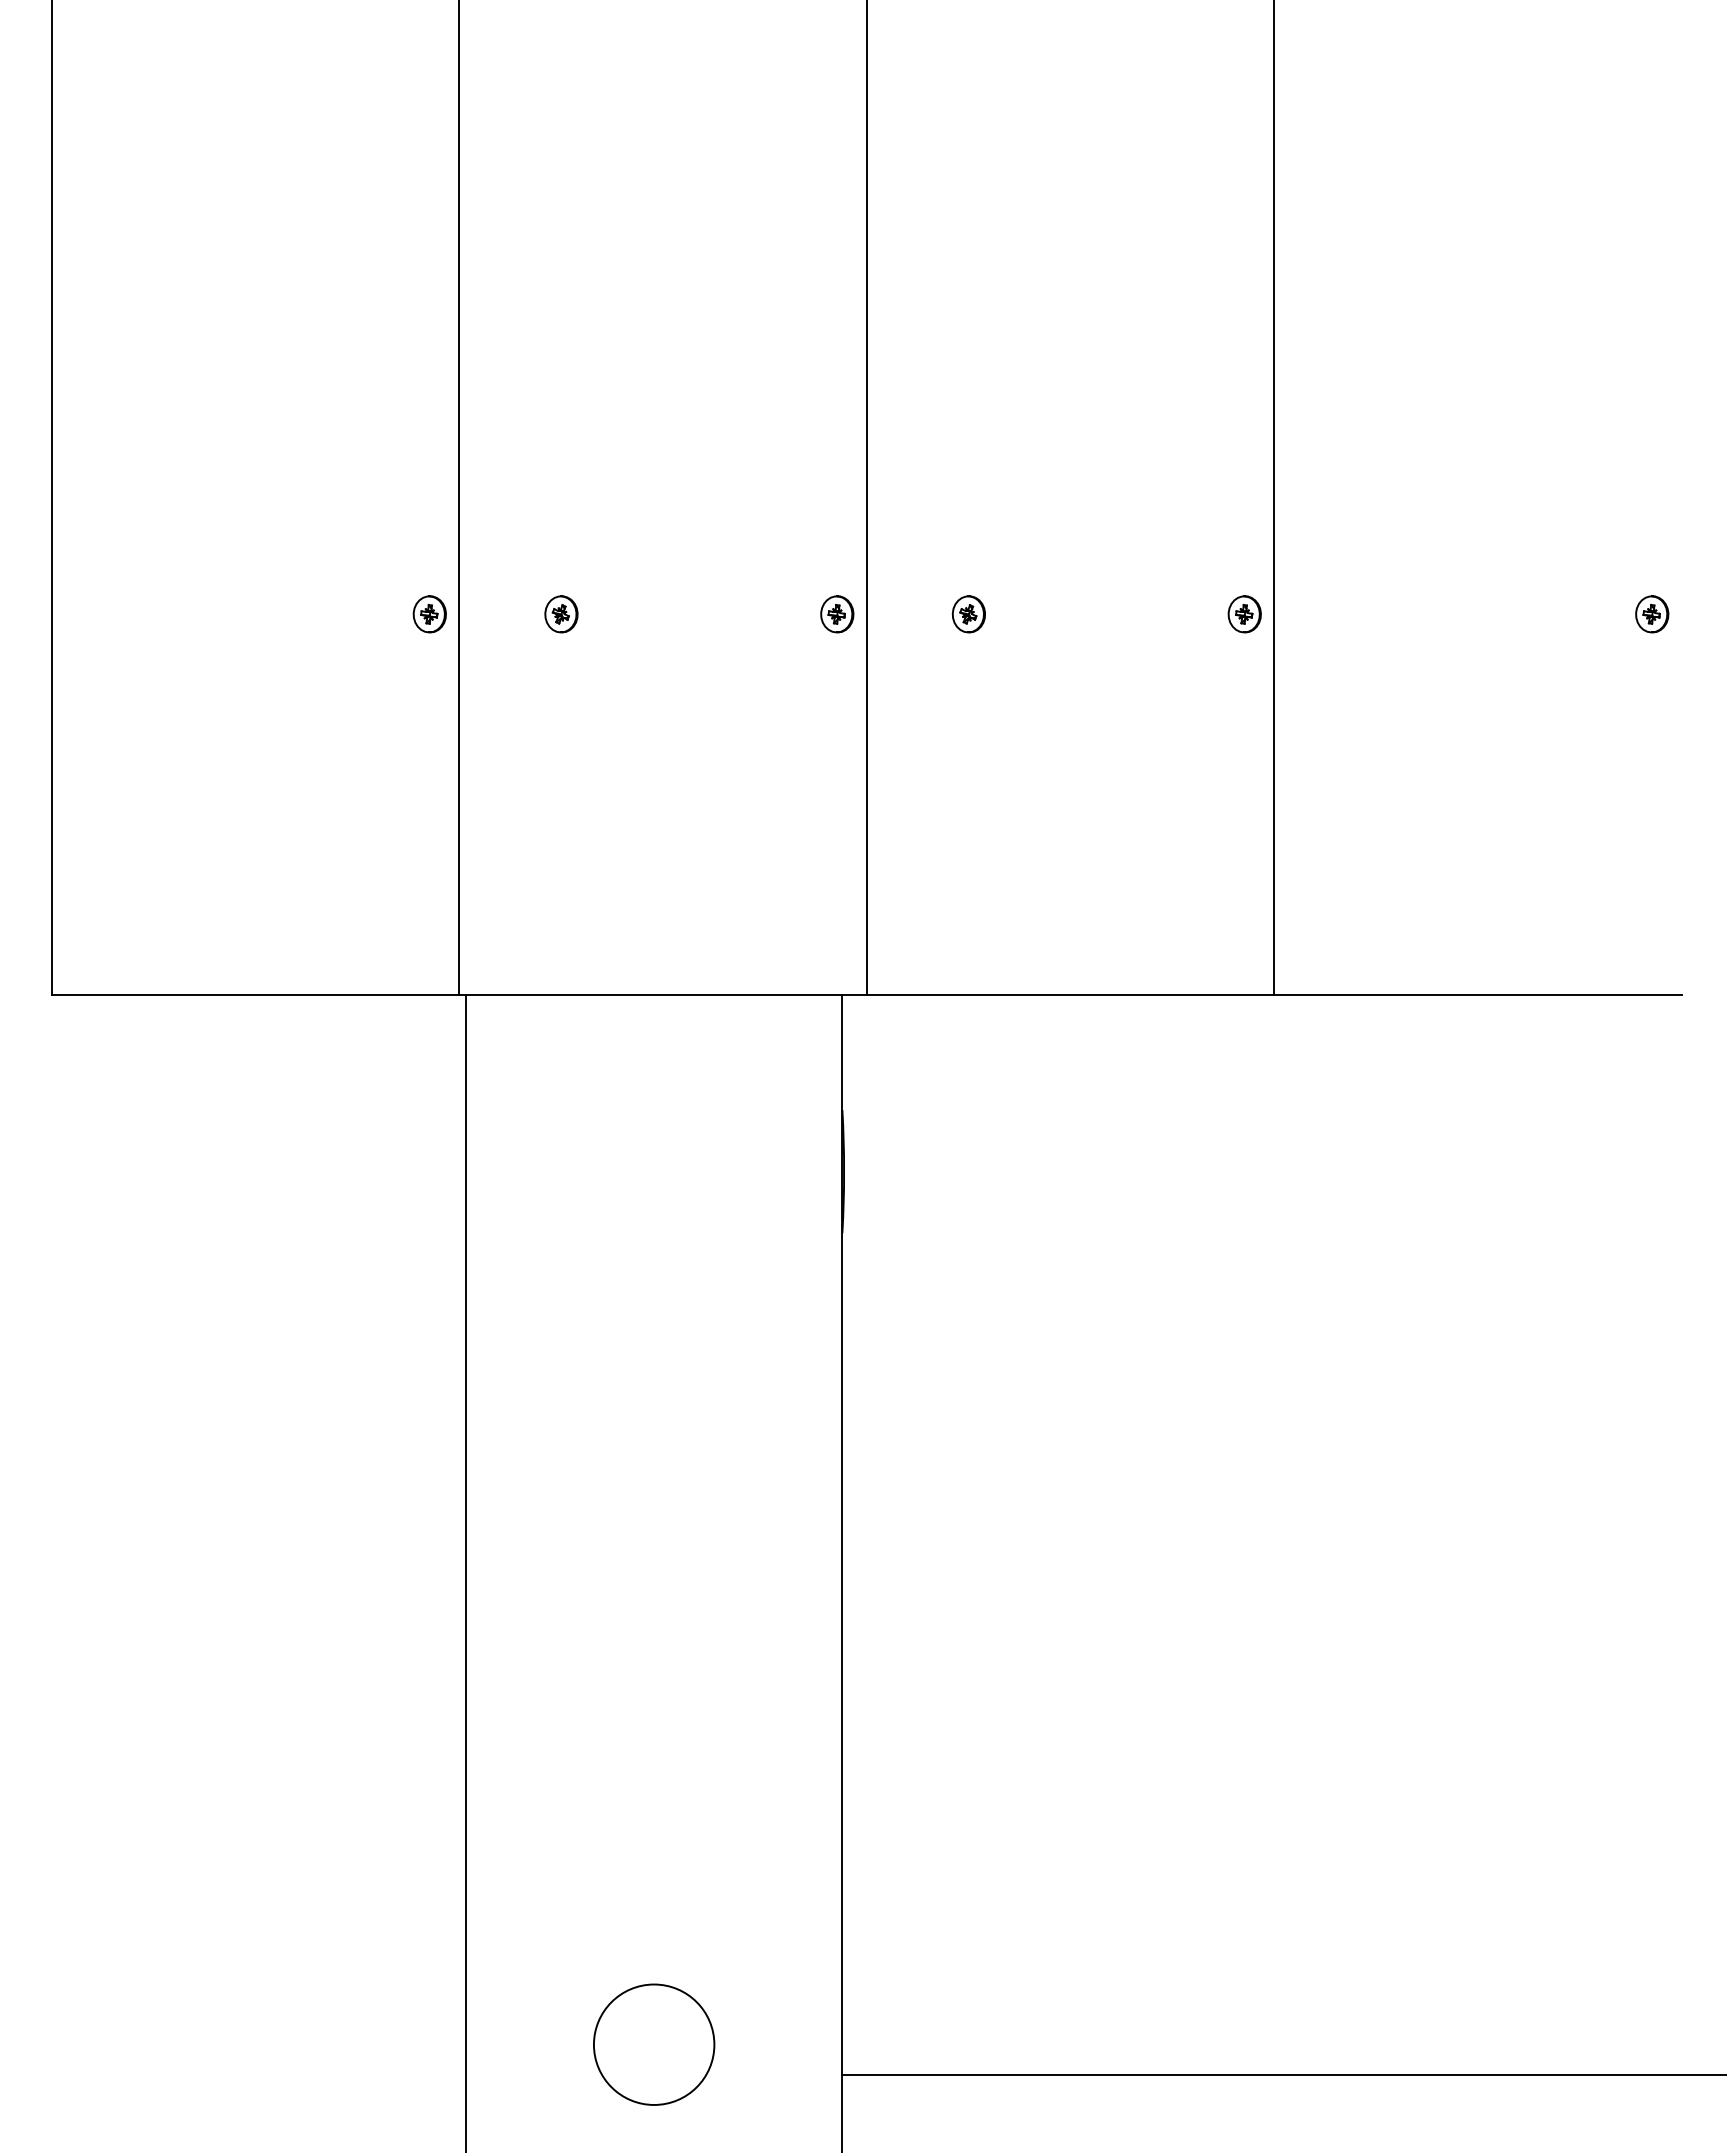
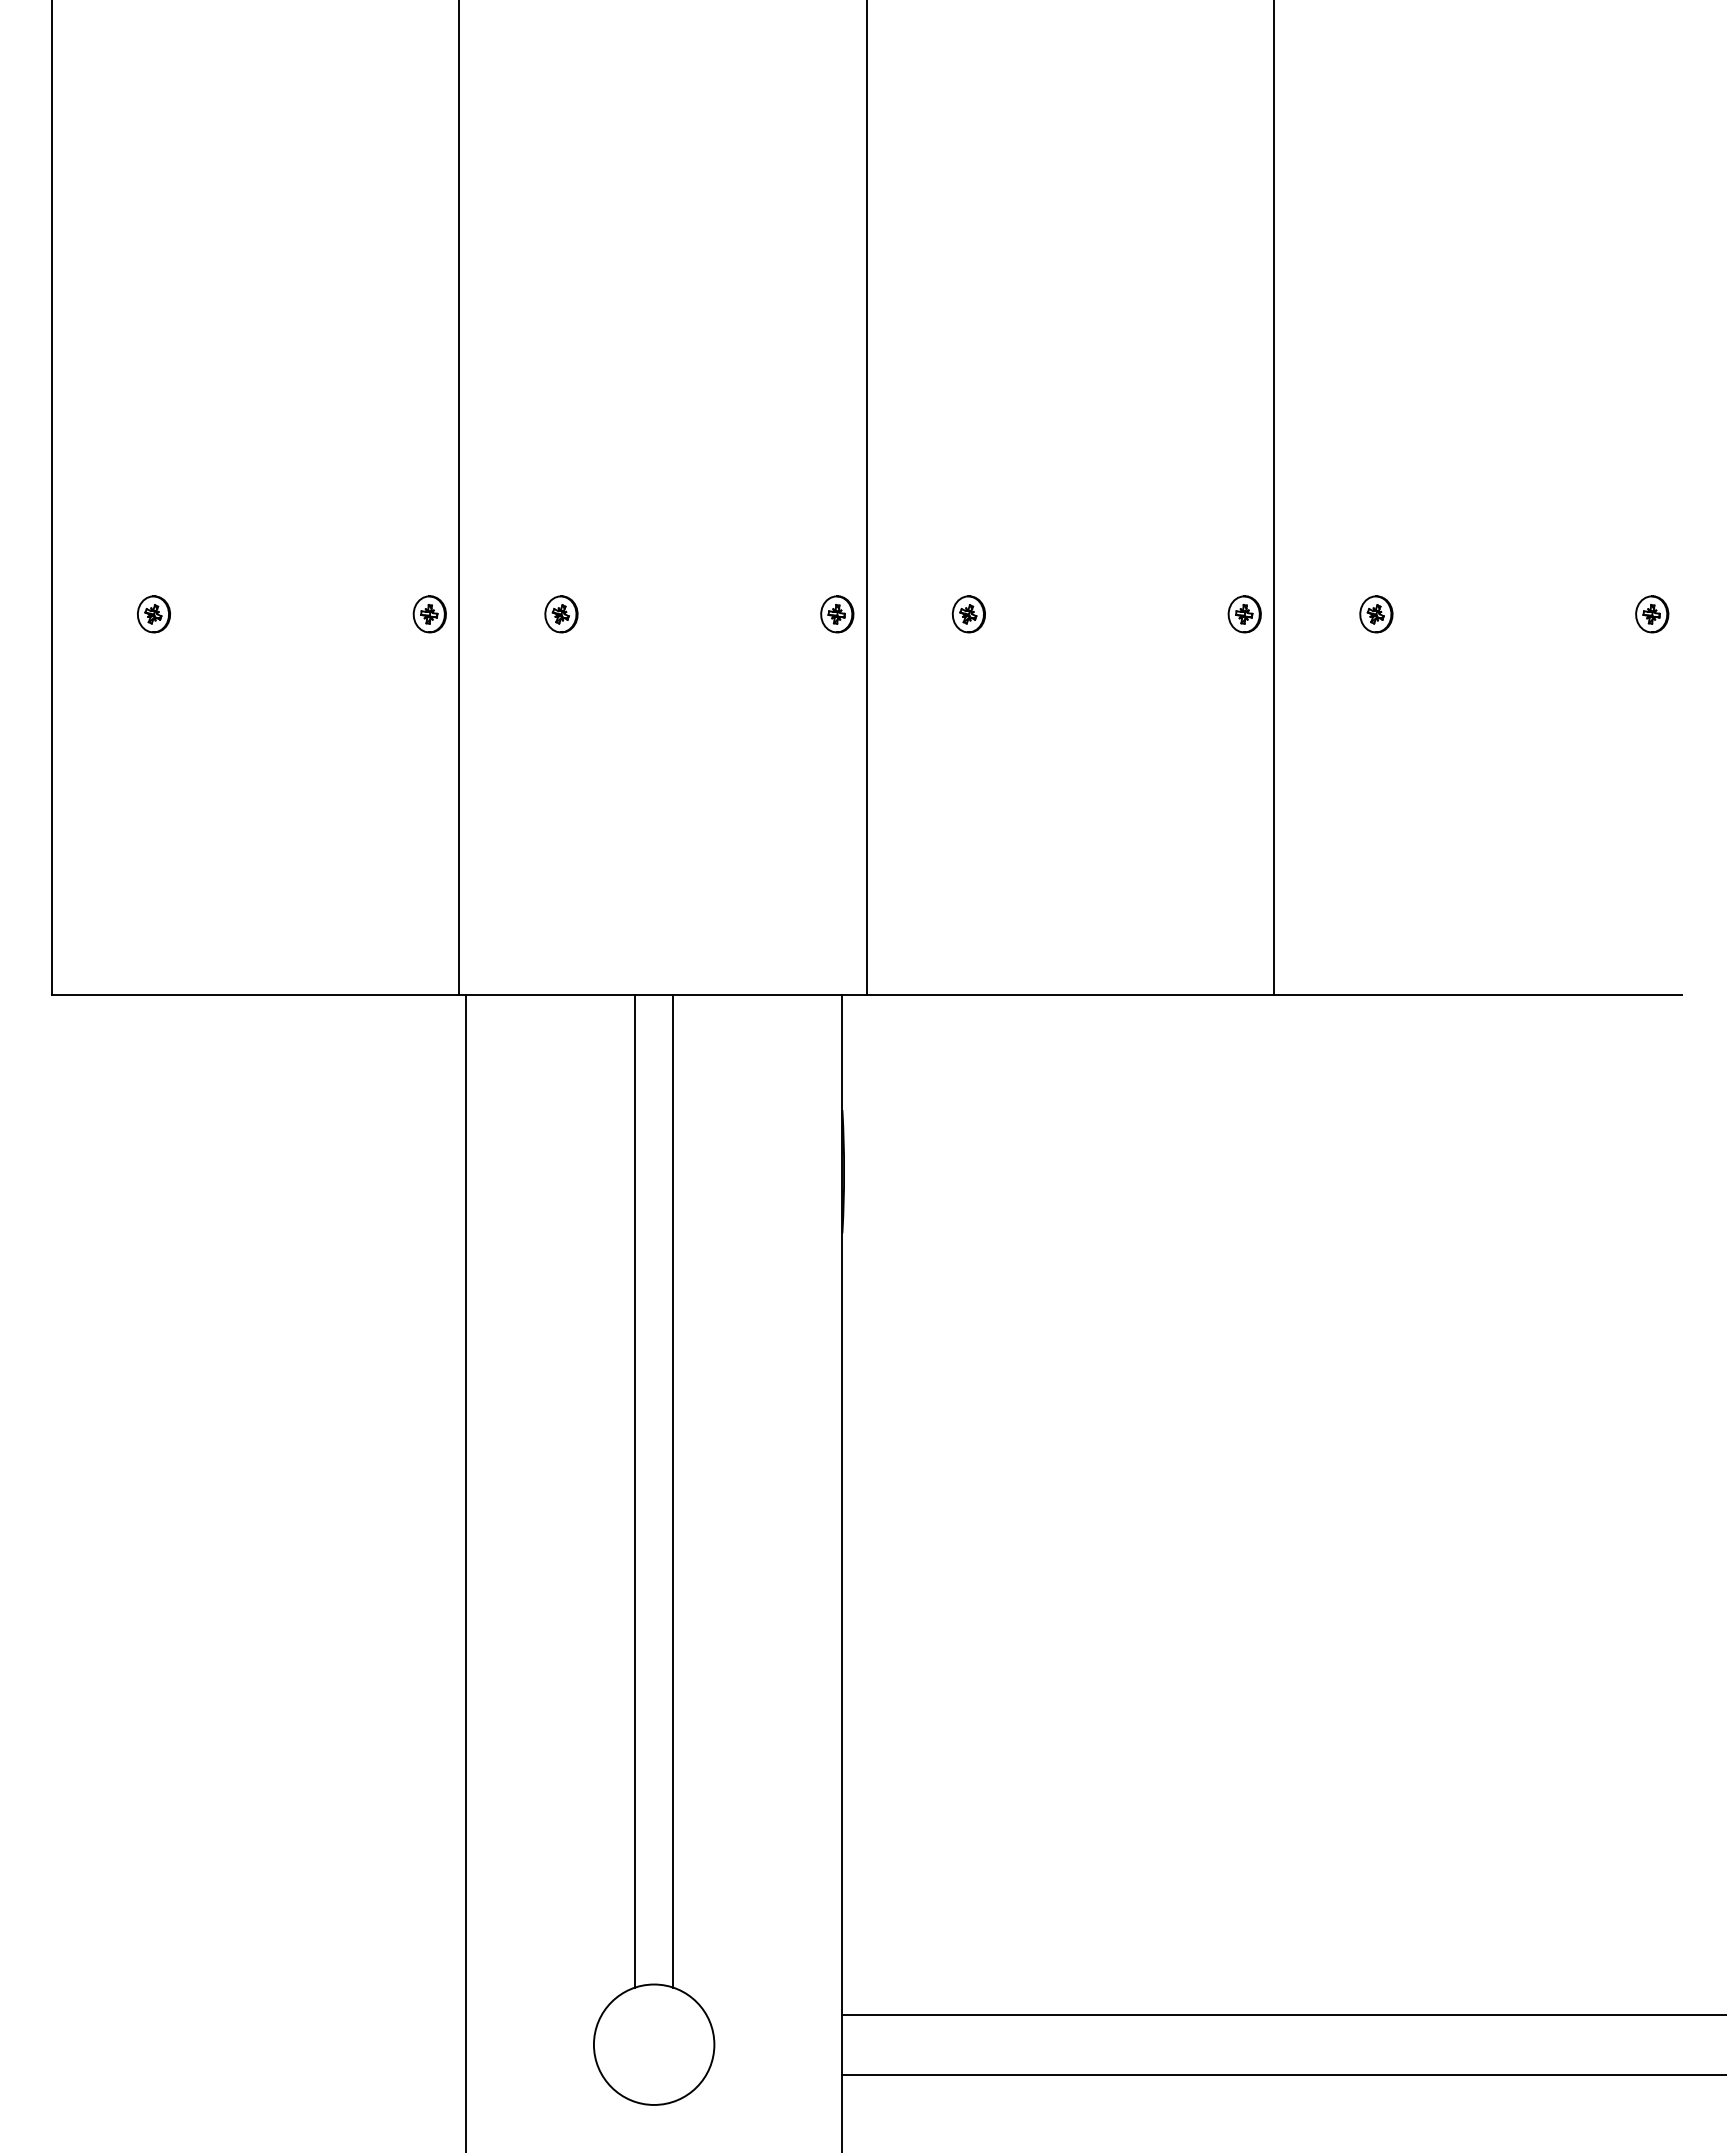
part at (154, 614): none -> present
part at (1376, 614): none -> present
line at (635, 1490): none -> present
line at (672, 1490): none -> present
line at (1282, 2014): none -> present
